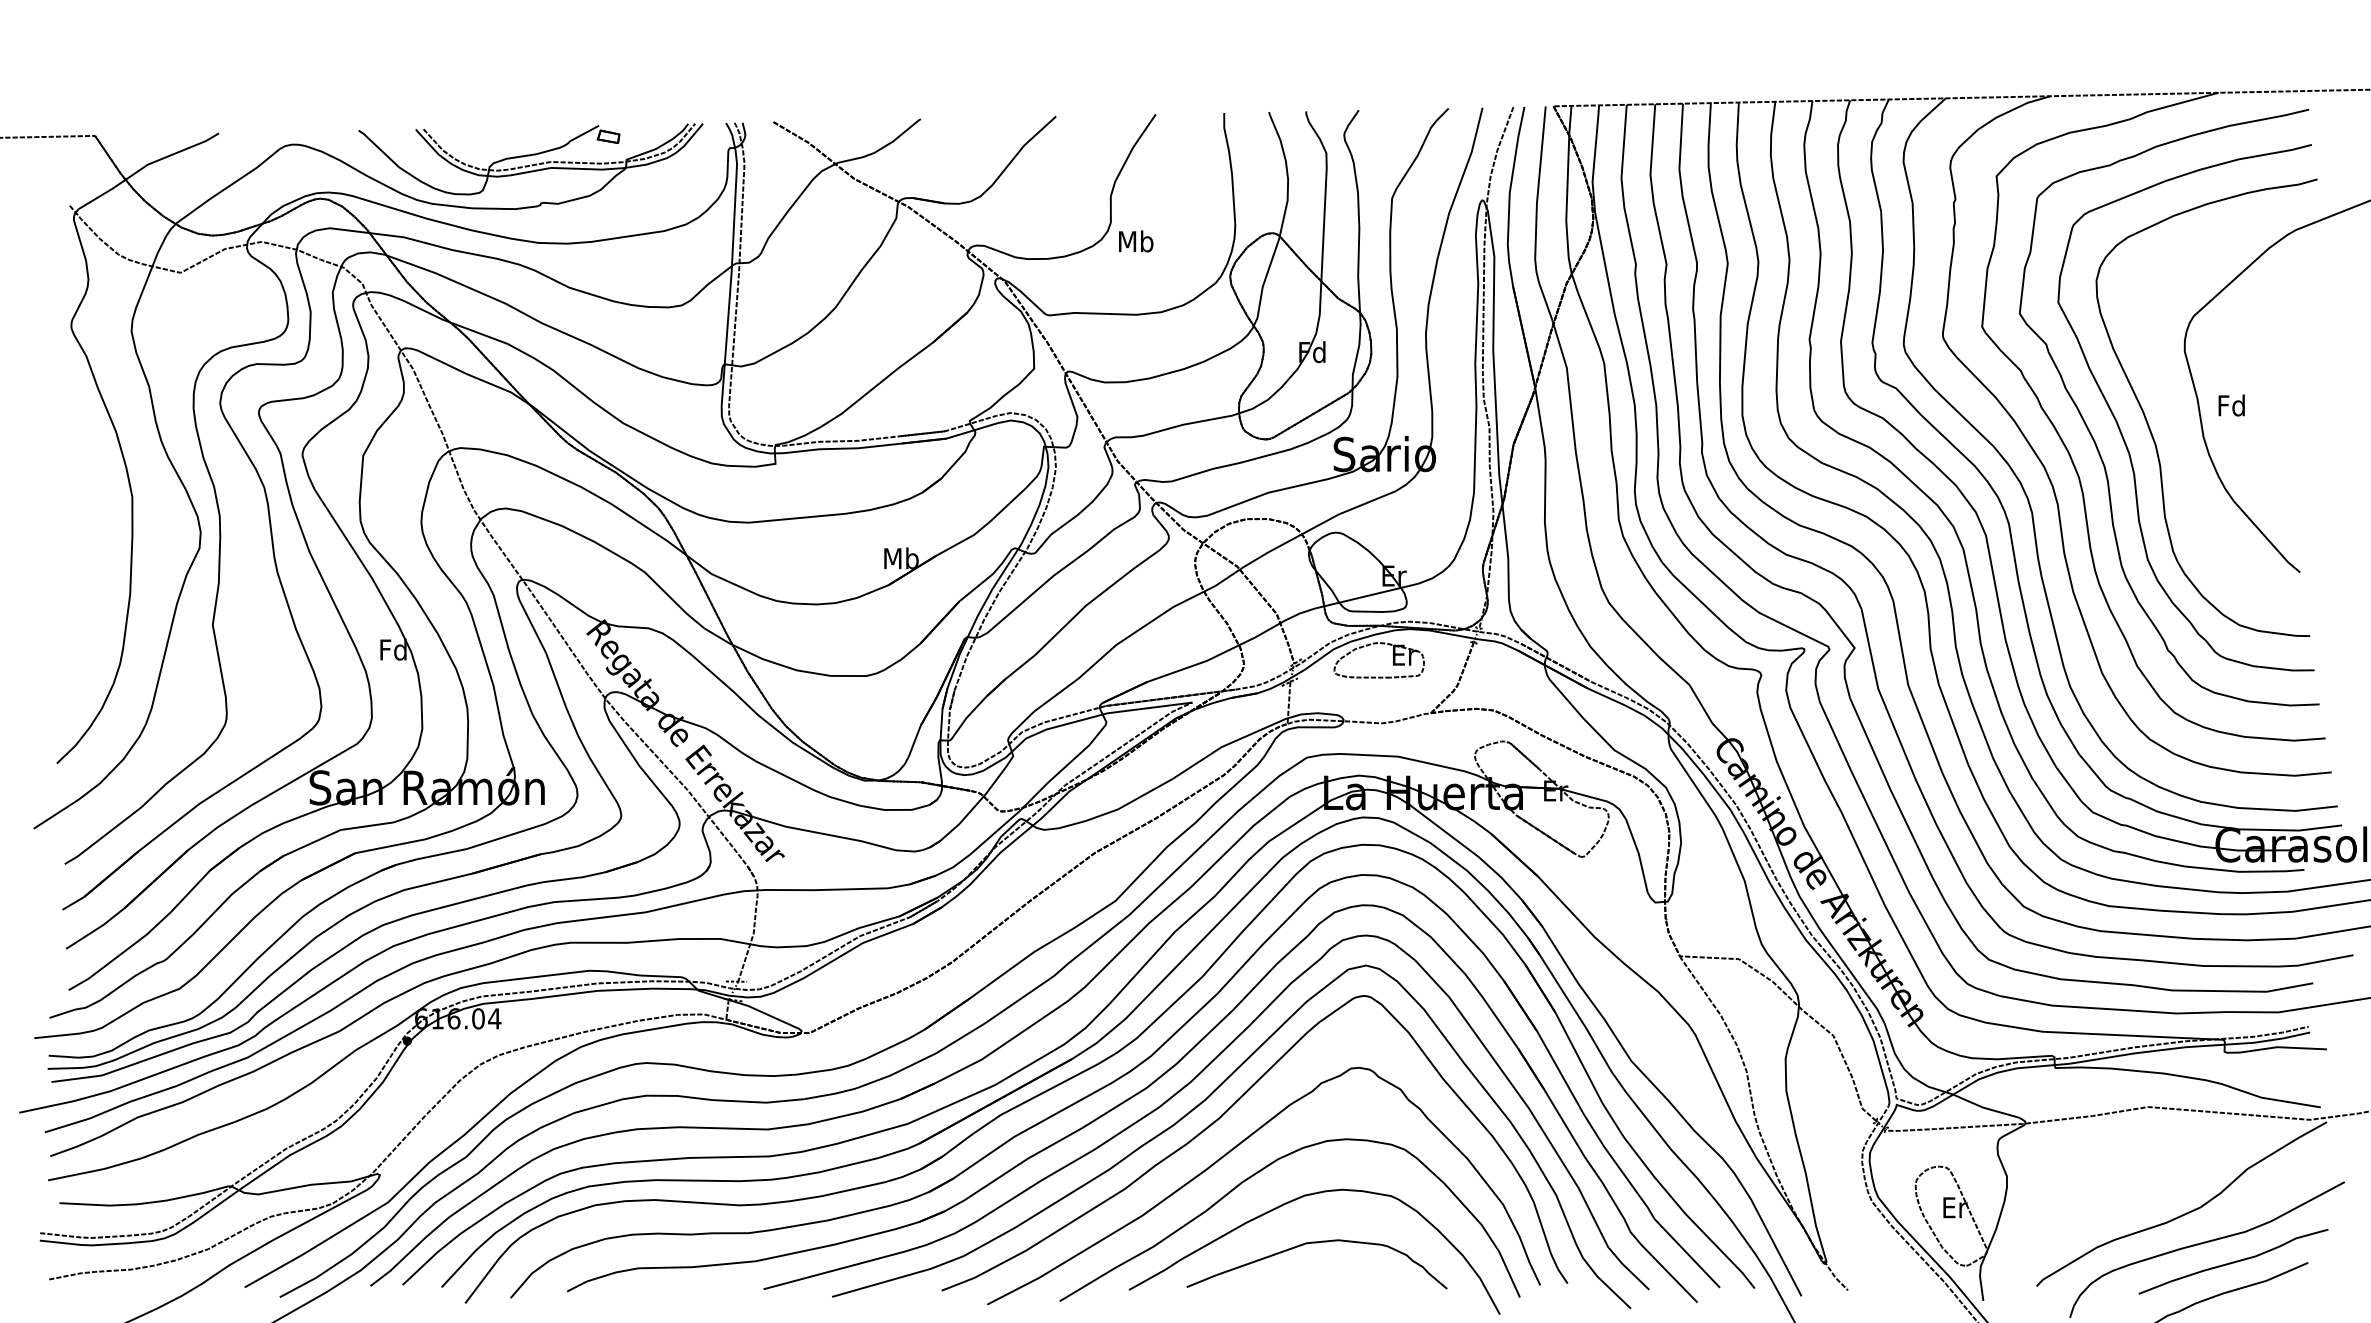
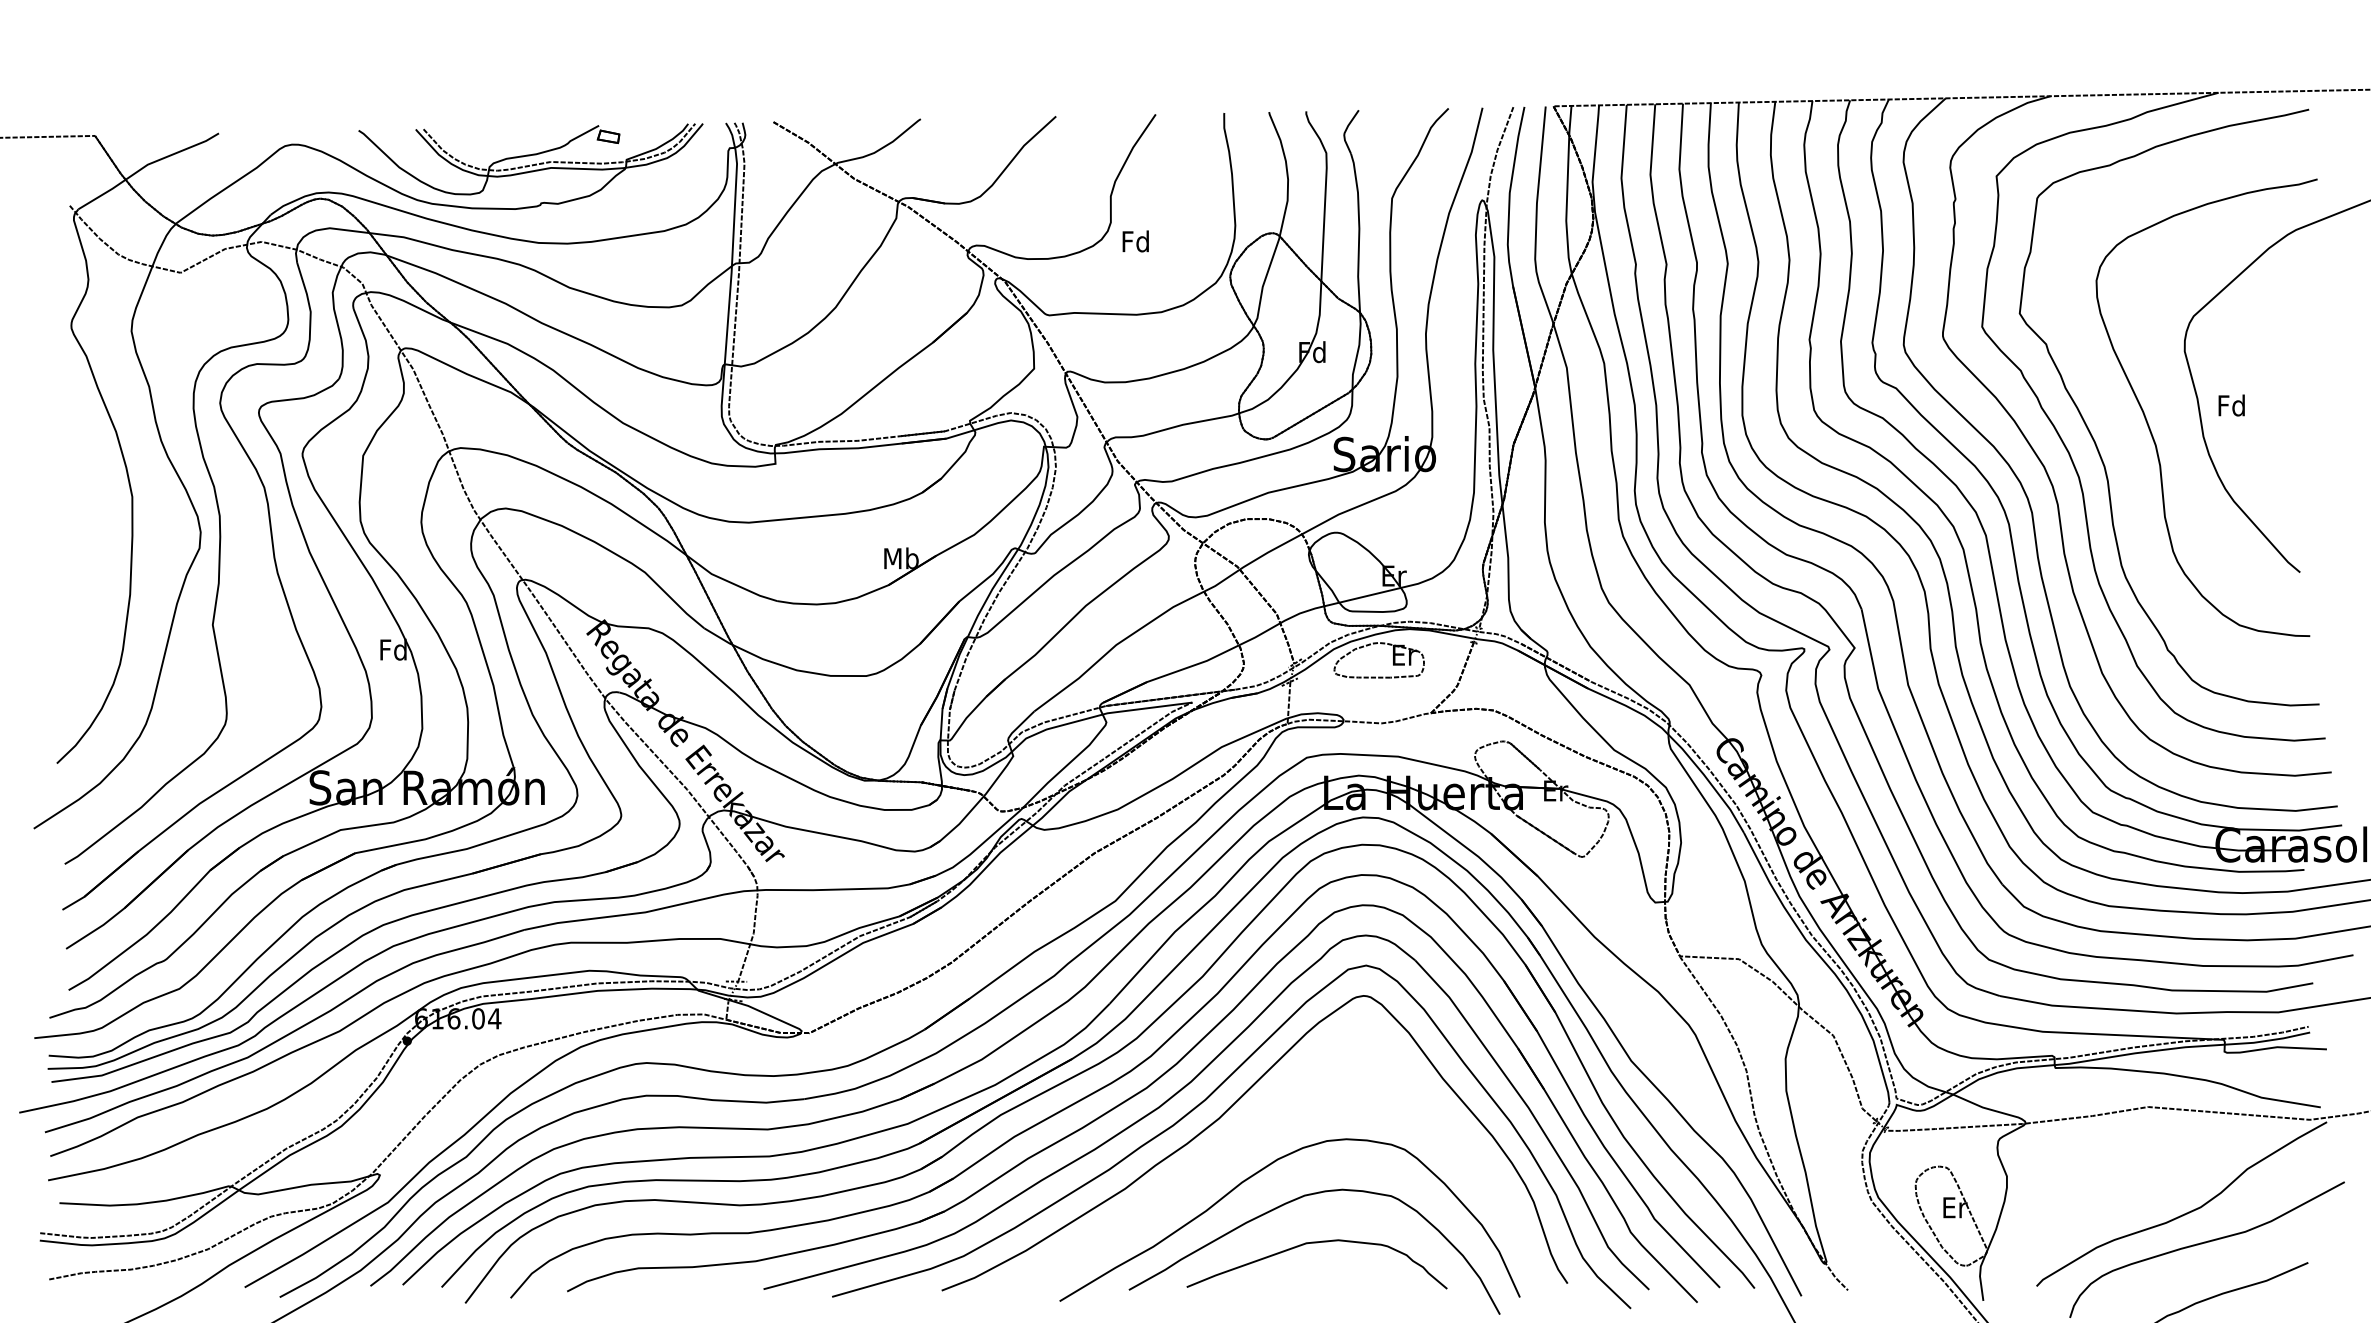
text at (1136, 241): Mb -> Fd
curve at (2122, 433): present -> none
curve at (1234, 1149): present -> none
curve at (2233, 1261): present -> none
